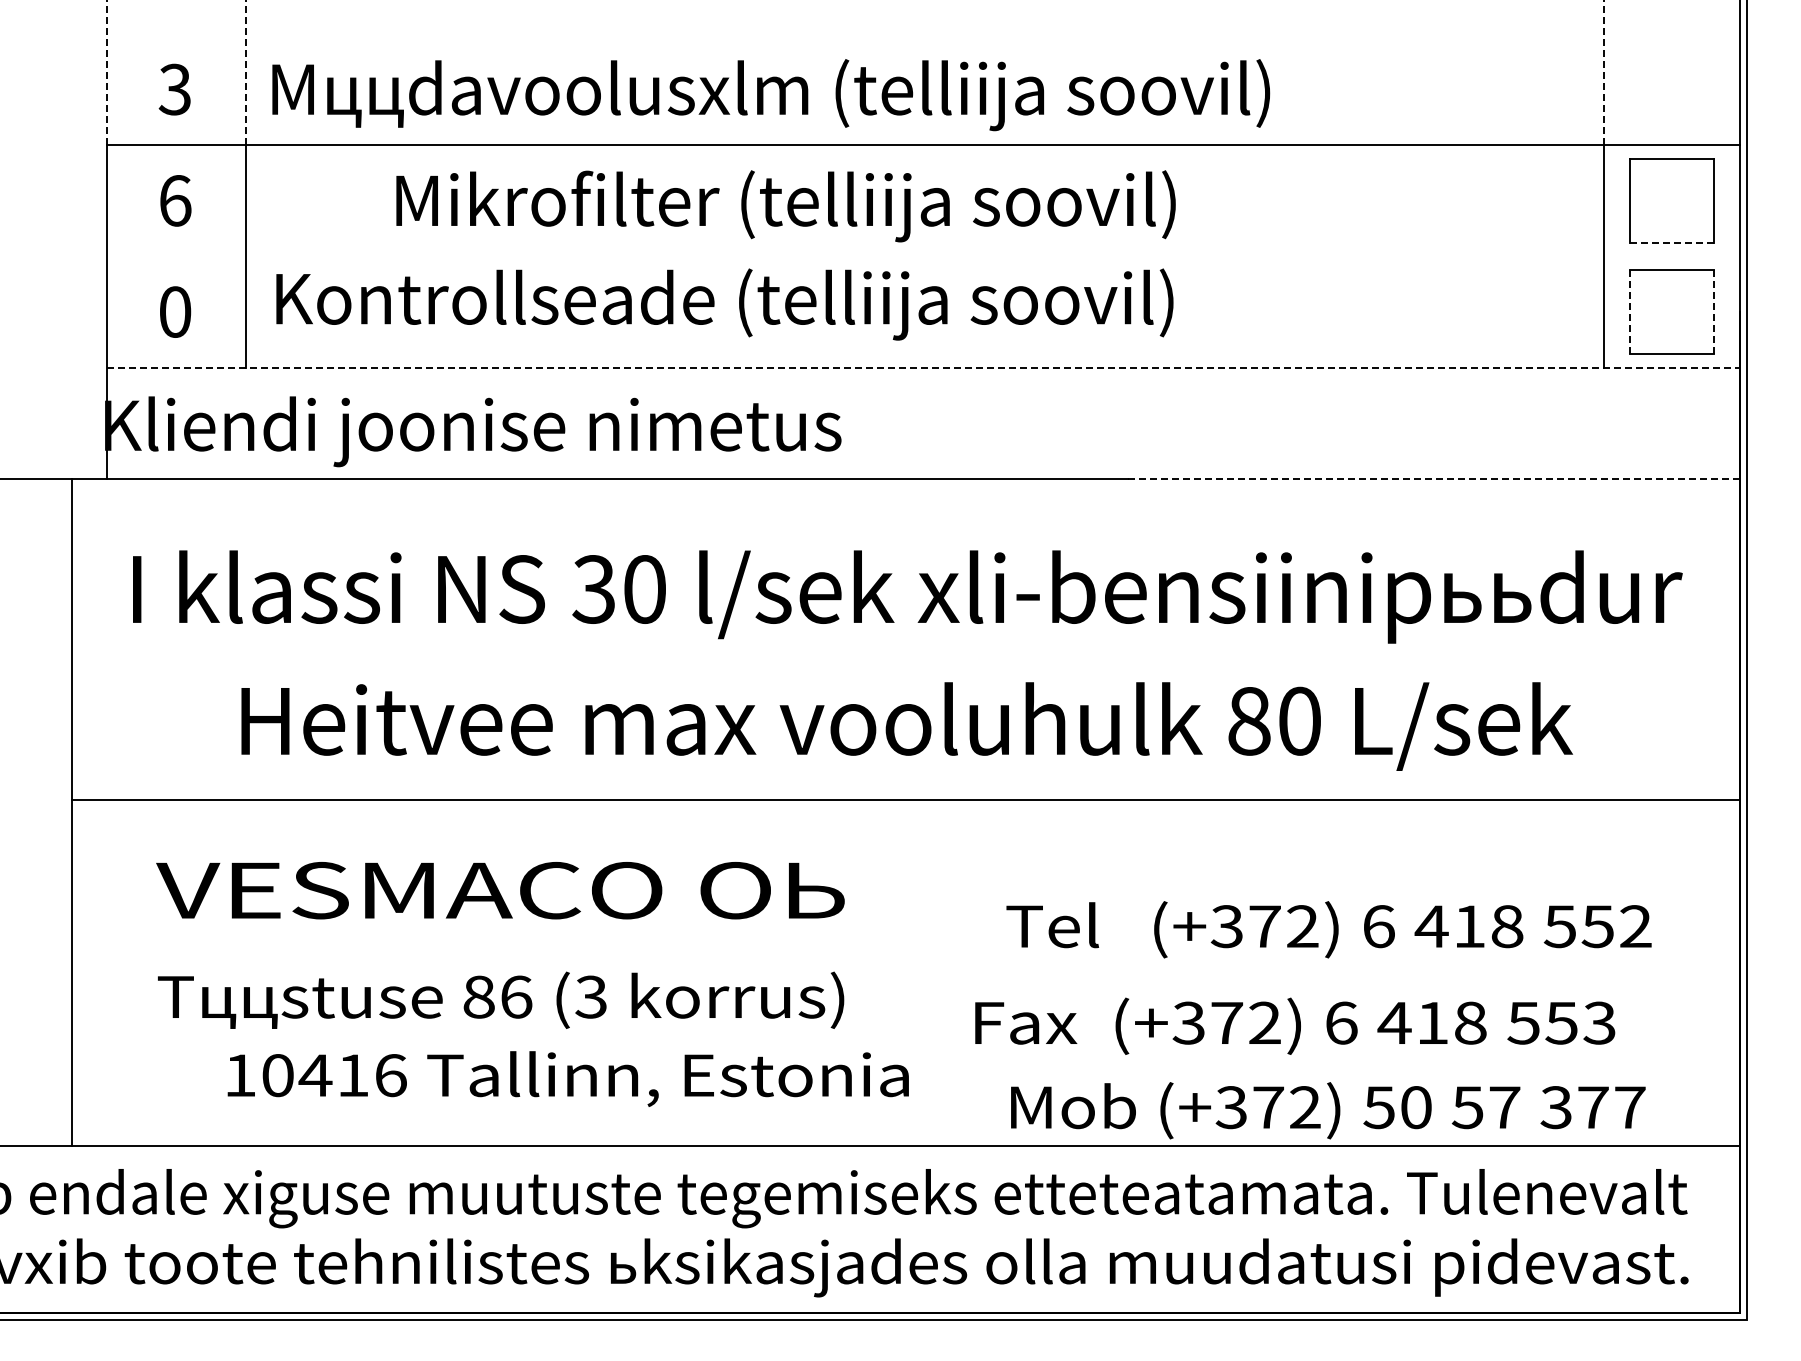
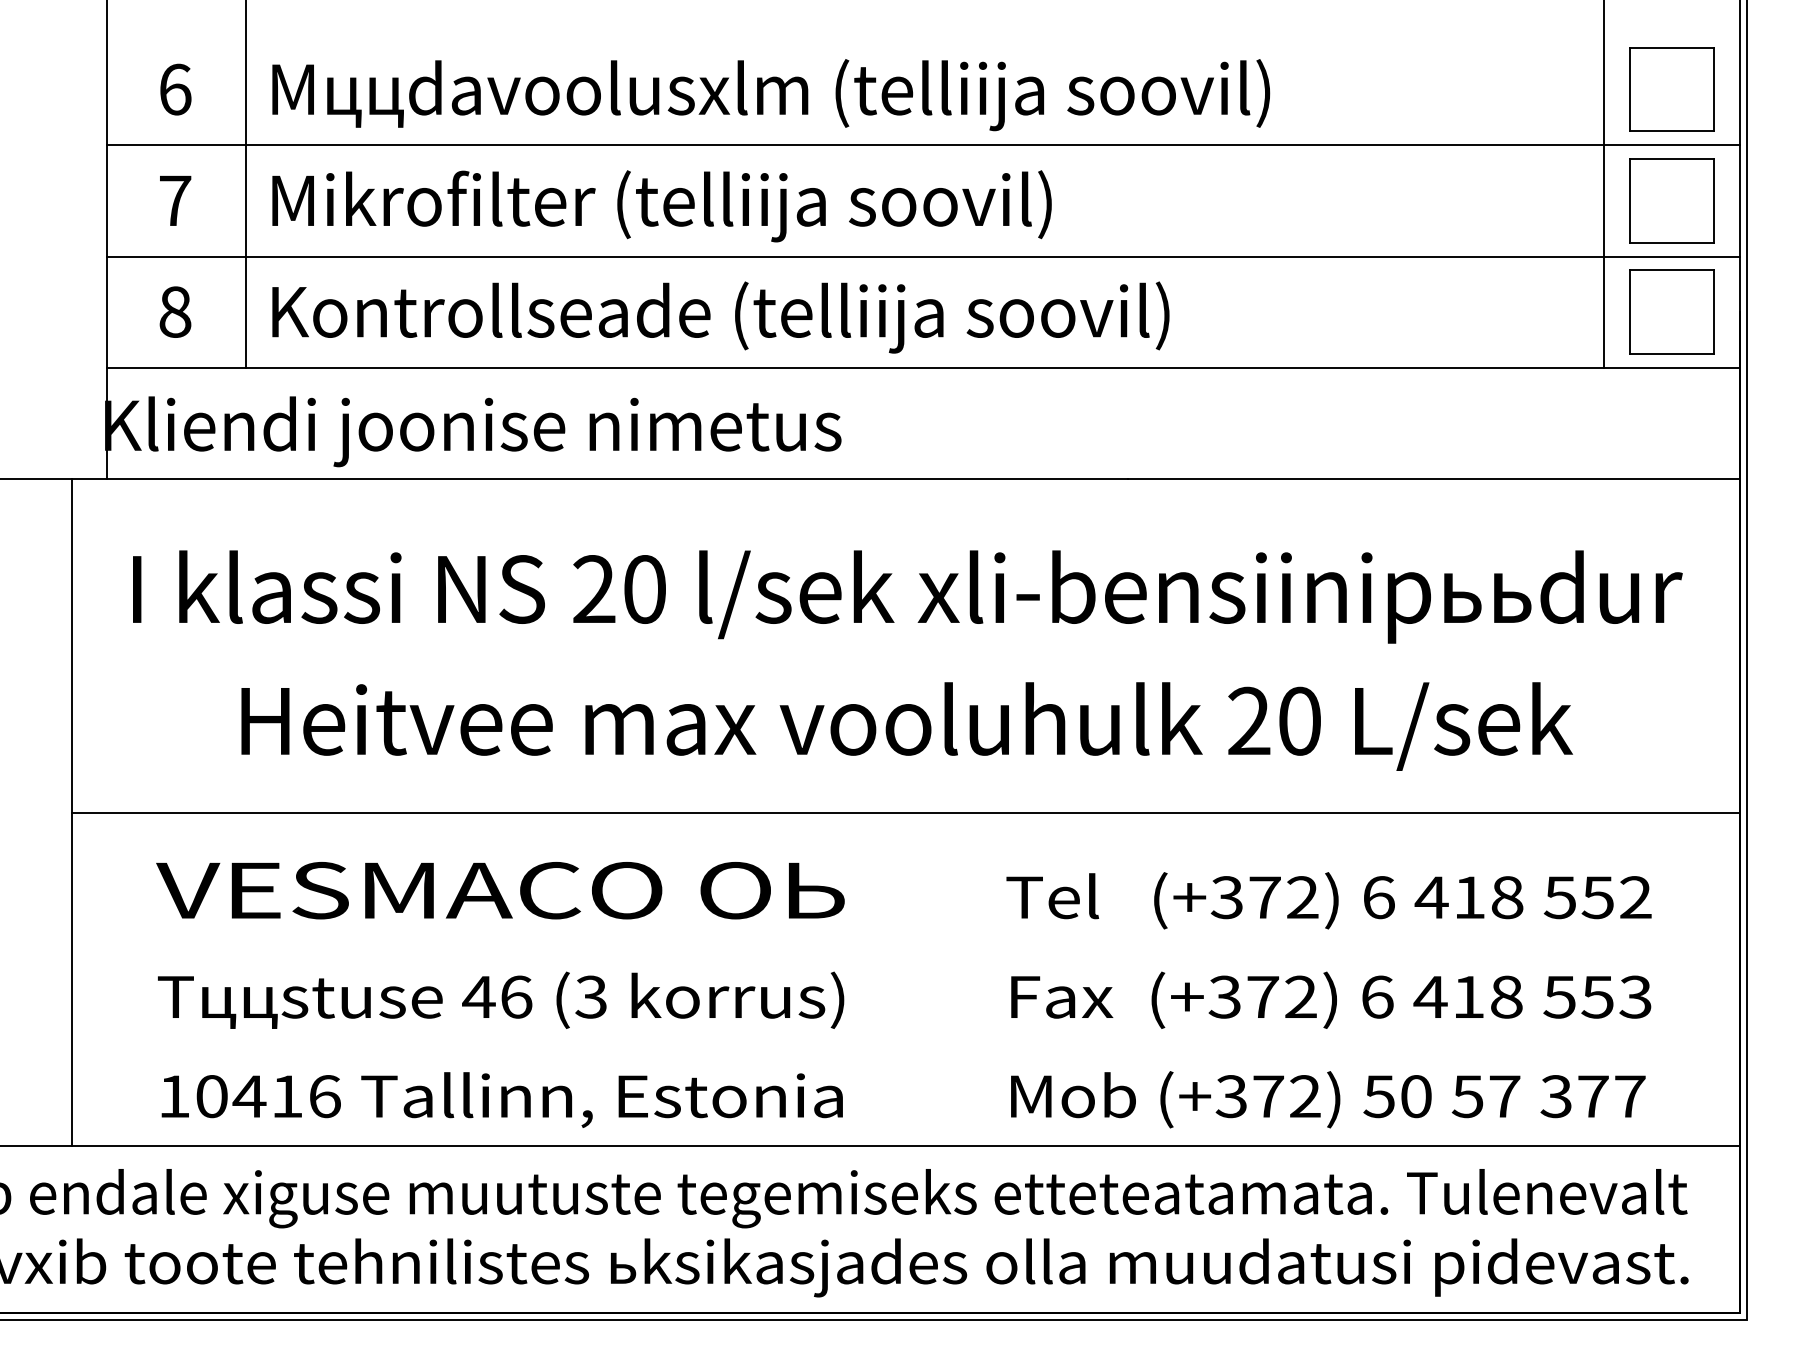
line at (106, 72): dashed -> solid
line at (245, 72): dashed -> solid
line at (1603, 72): dashed -> solid
text at (174, 89): 3 -> 6
part at (1671, 89): none -> present
text at (175, 200): 6 -> 7
text at (785, 206) position: (785, 206) -> (661, 206)
line at (1672, 242): dashed -> solid
line at (923, 256): none -> present
text at (724, 304) position: (724, 304) -> (720, 317)
text at (175, 311): 0 -> 8
line at (1630, 312): dashed -> solid
line at (1713, 312): dashed -> solid
line at (923, 367): dashed -> solid
line at (1434, 478): dashed -> solid
text at (593, 589): 30 -> 20
text at (1249, 720): 80 -> 20
line at (905, 799) position: (905, 799) -> (905, 812)
text at (1328, 929) position: (1328, 929) -> (1328, 900)
text at (478, 996): 86 -> 46
text at (1295, 1025) position: (1295, 1025) -> (1331, 999)
text at (567, 1078) position: (567, 1078) -> (501, 1099)
text at (1328, 1110) position: (1328, 1110) -> (1328, 1099)
